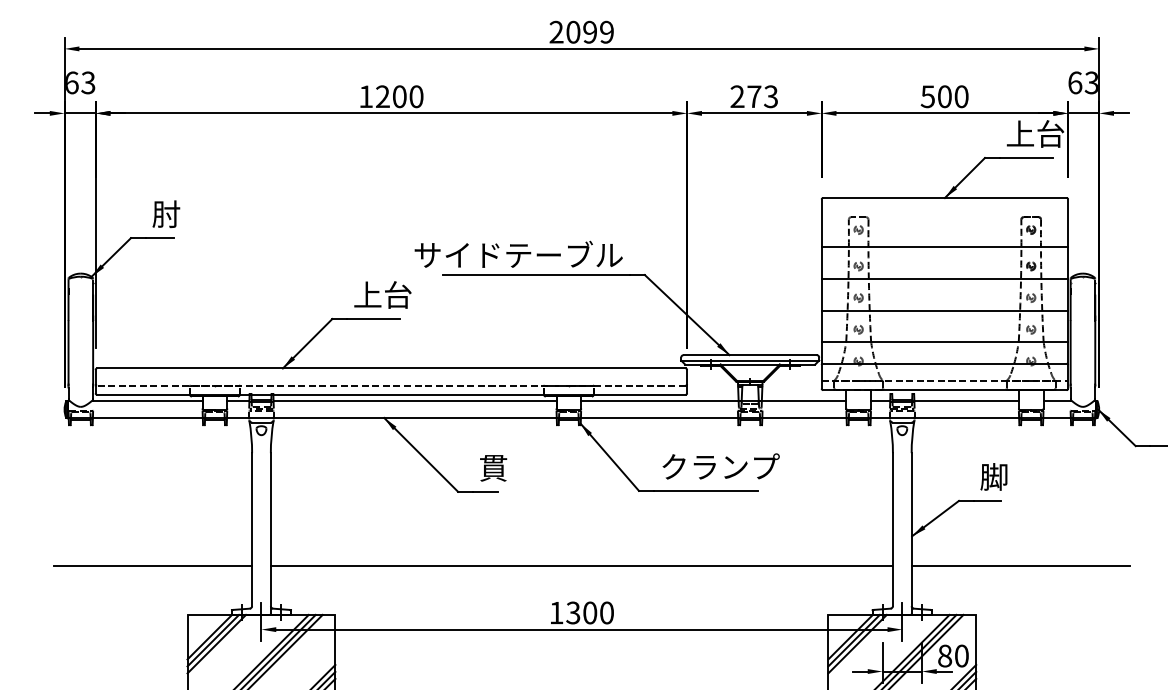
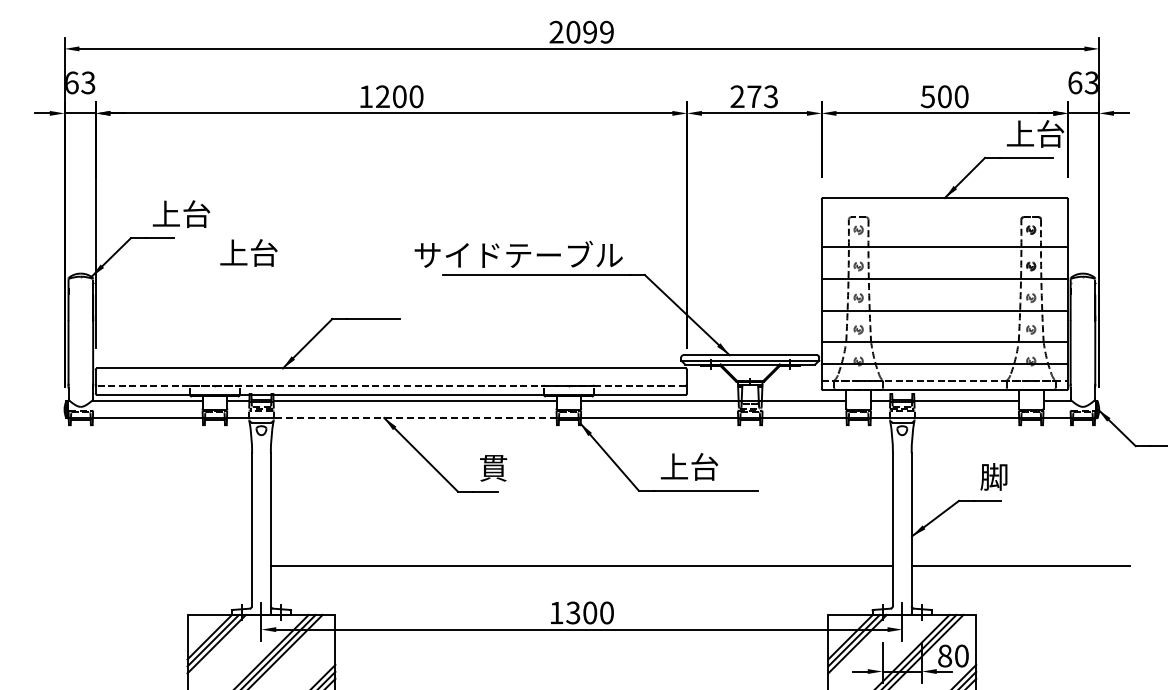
text at (181, 214): 肘 -> 上台
text at (382, 294) position: (382, 294) -> (248, 252)
line at (414, 418): solid -> dashed
text at (719, 466): クランプ -> 上台
line at (152, 565): present -> none
